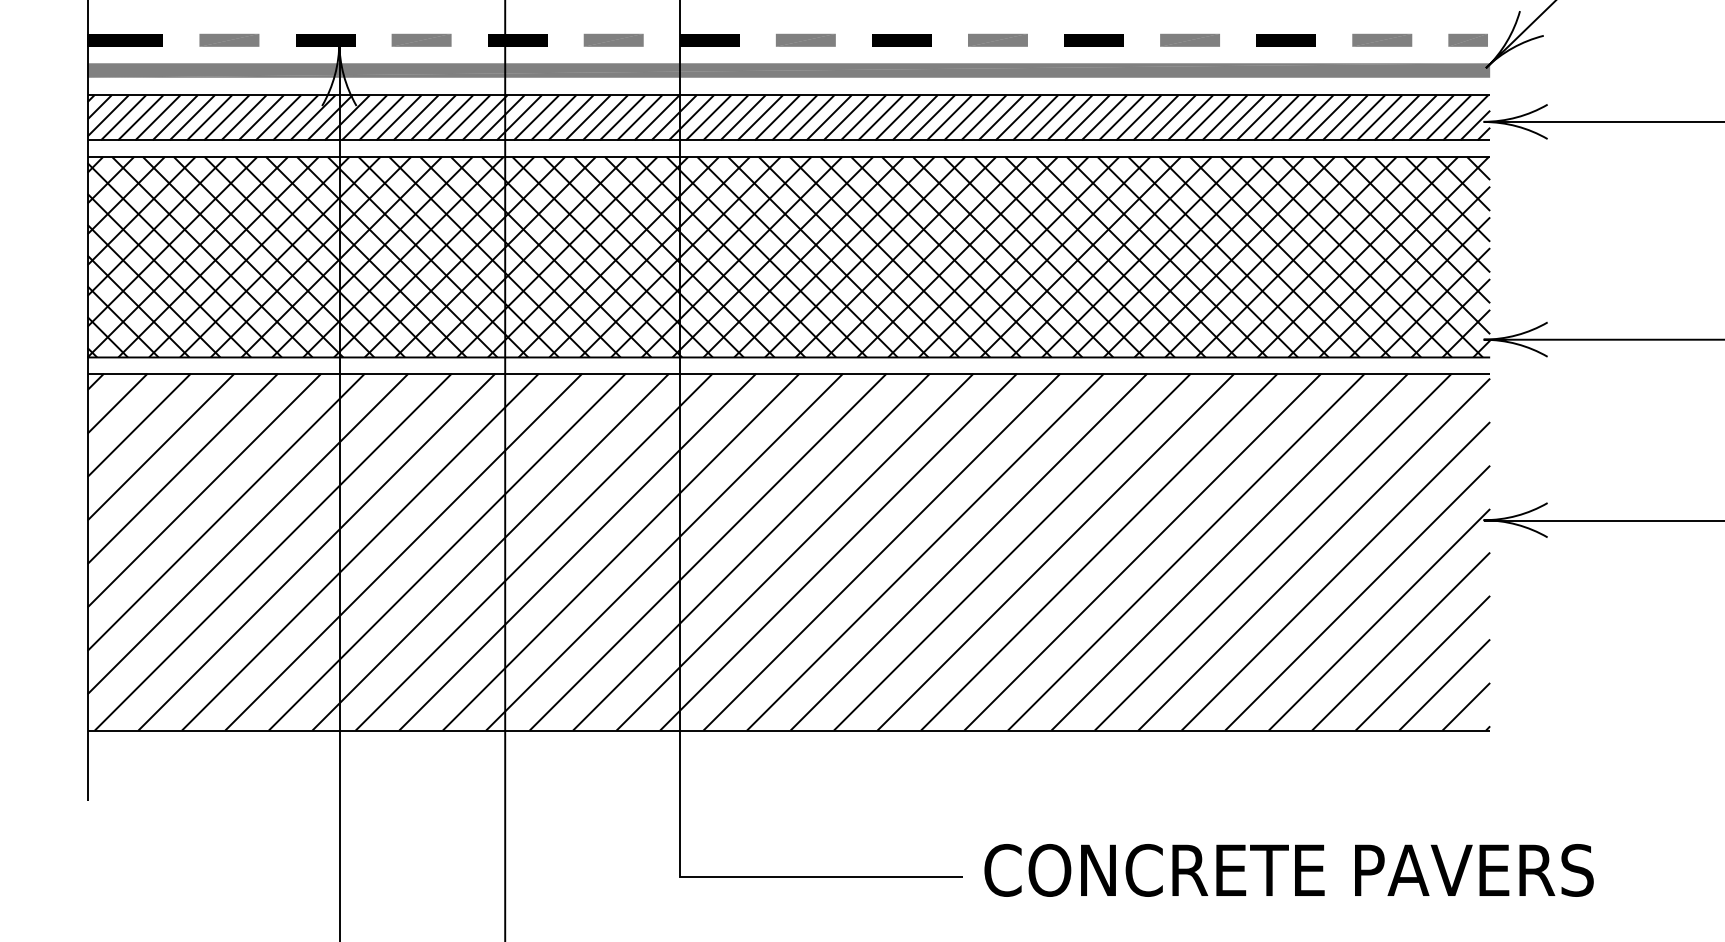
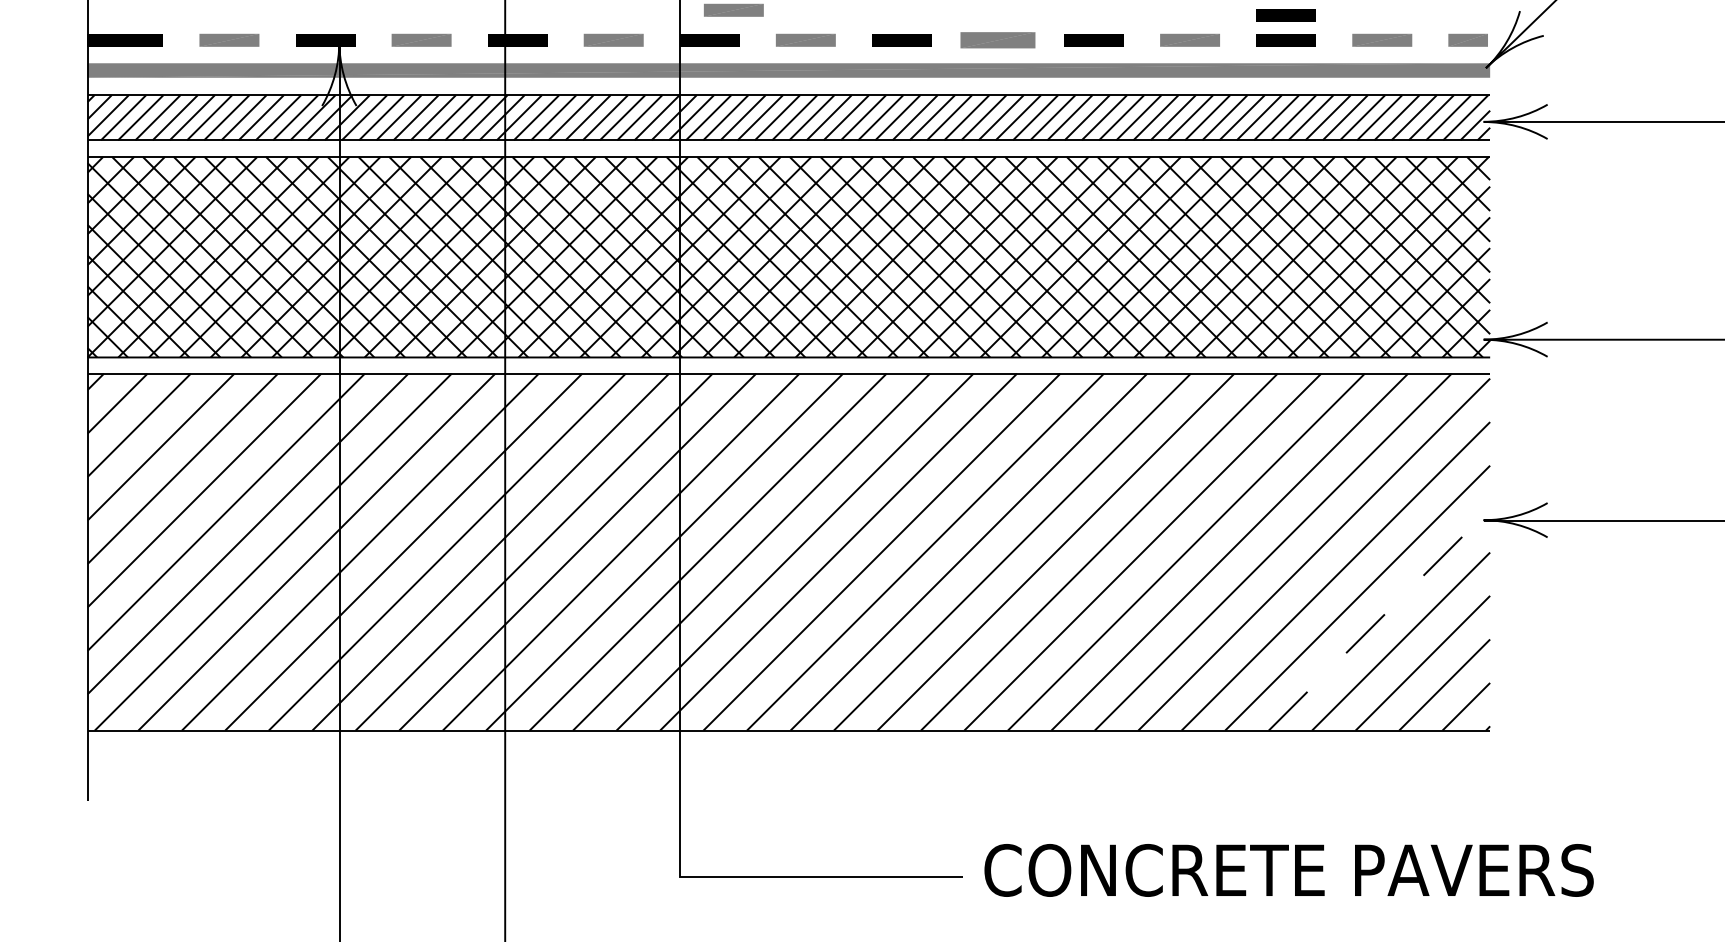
part at (733, 10): none -> present
line at (1285, 15): none -> present
part at (997, 40) size: 60x13 px -> 76x17 px
line at (1379, 619): solid -> dashed
